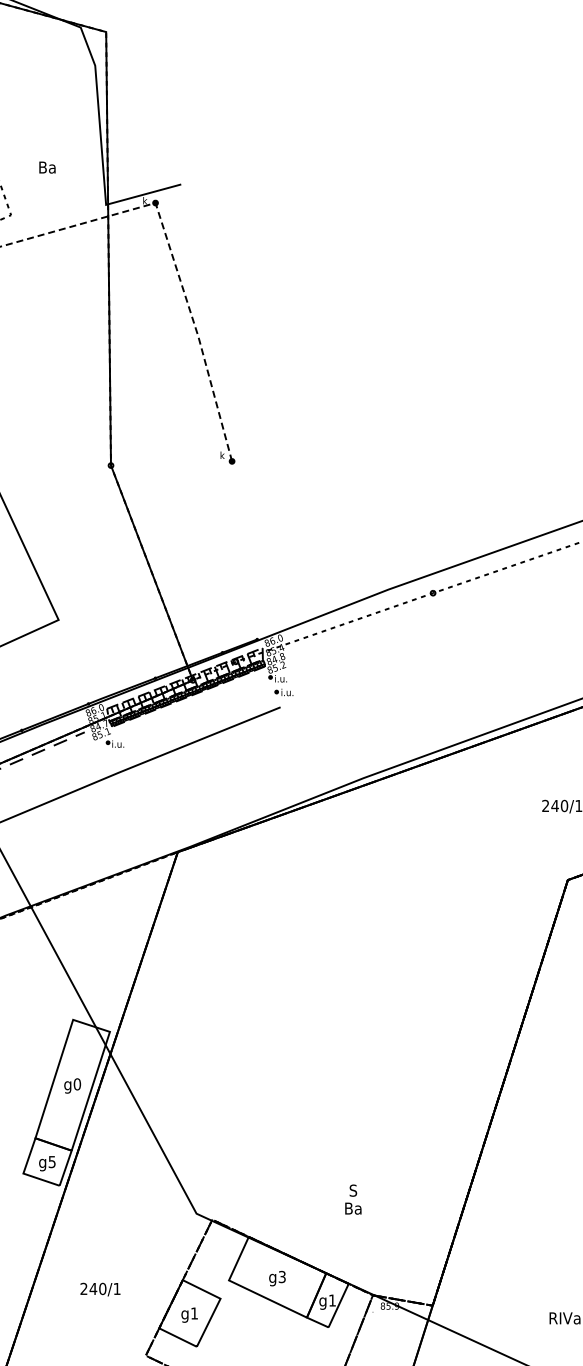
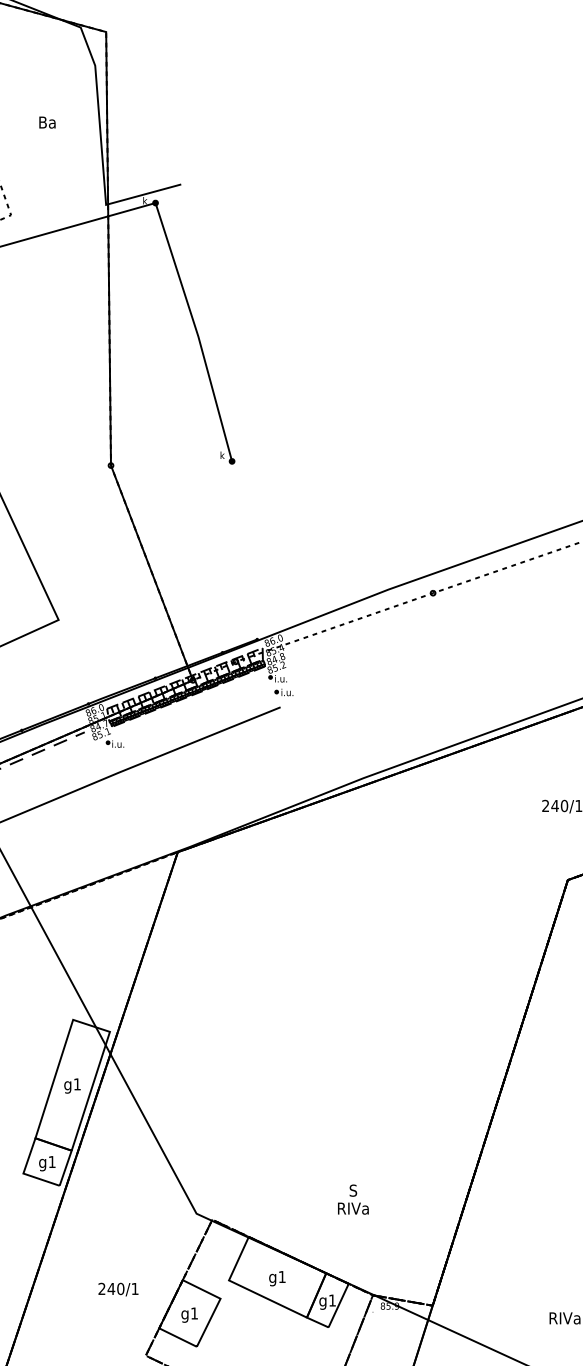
text at (47, 167) position: (47, 167) -> (47, 122)
line at (172, 255): dashed -> solid
text at (77, 1084): g0 -> g1
text at (51, 1162): g5 -> g1
text at (353, 1208): Ba -> RIVa
text at (281, 1276): g3 -> g1
text at (100, 1289) position: (100, 1289) -> (118, 1289)
